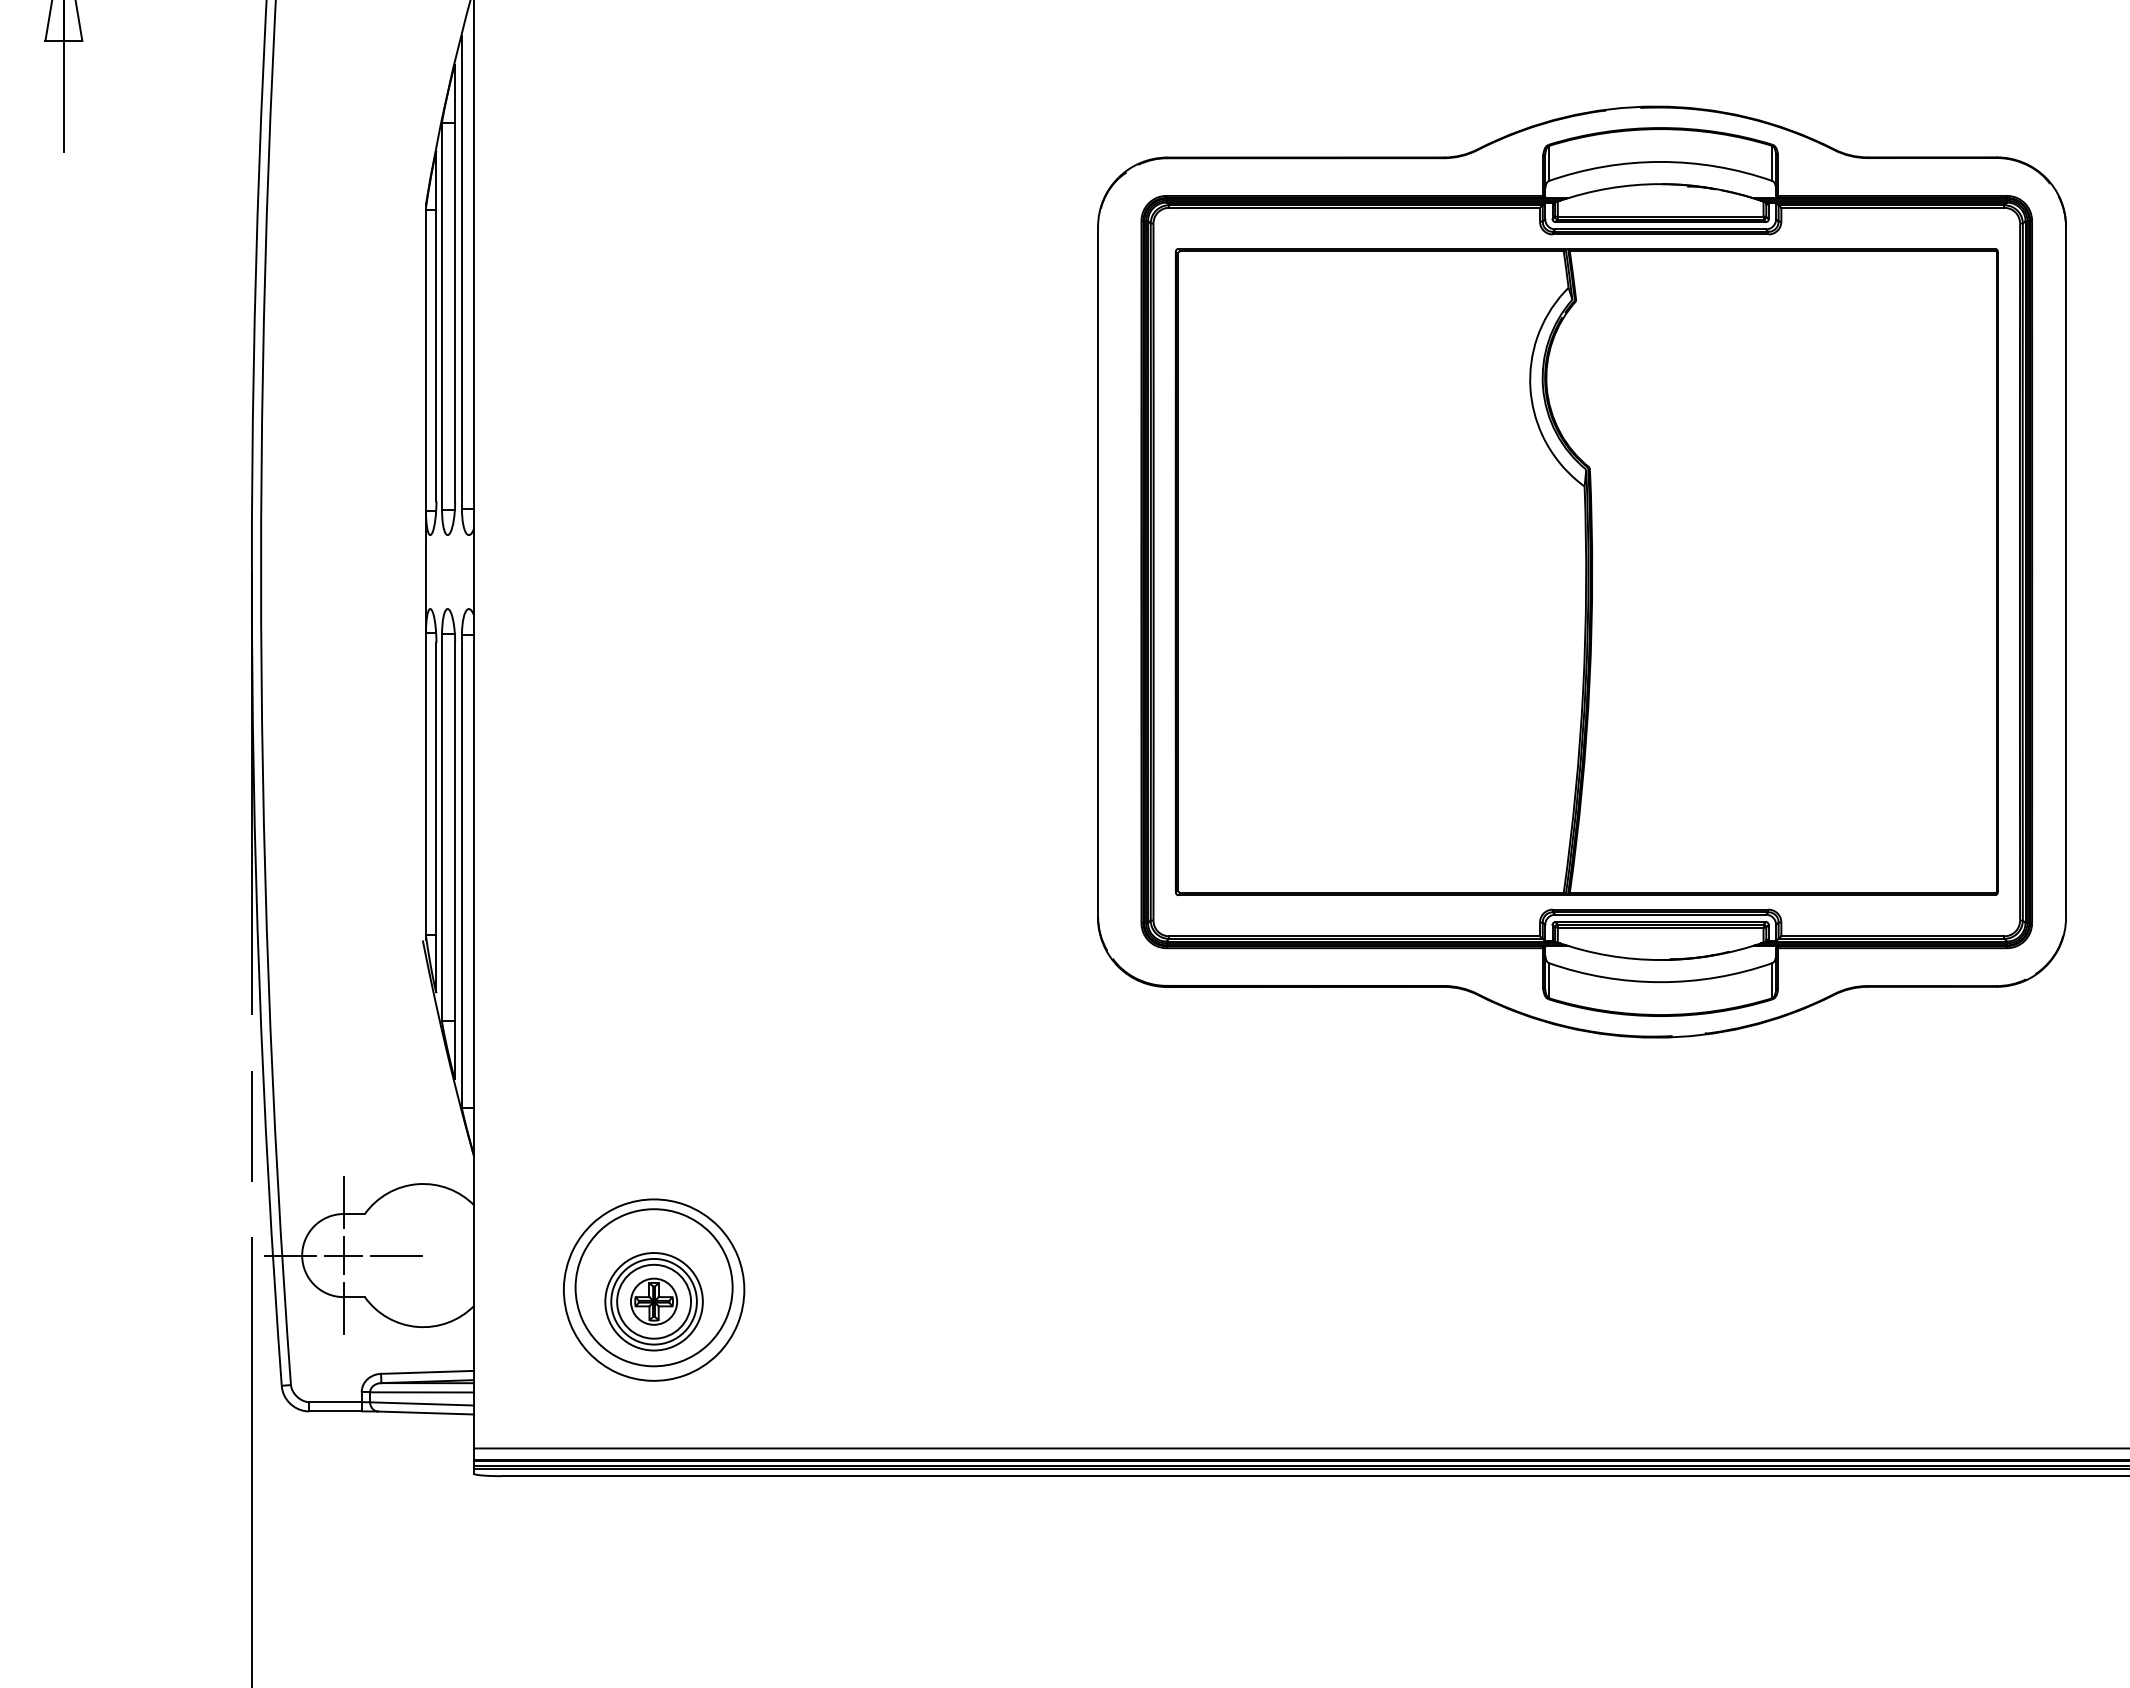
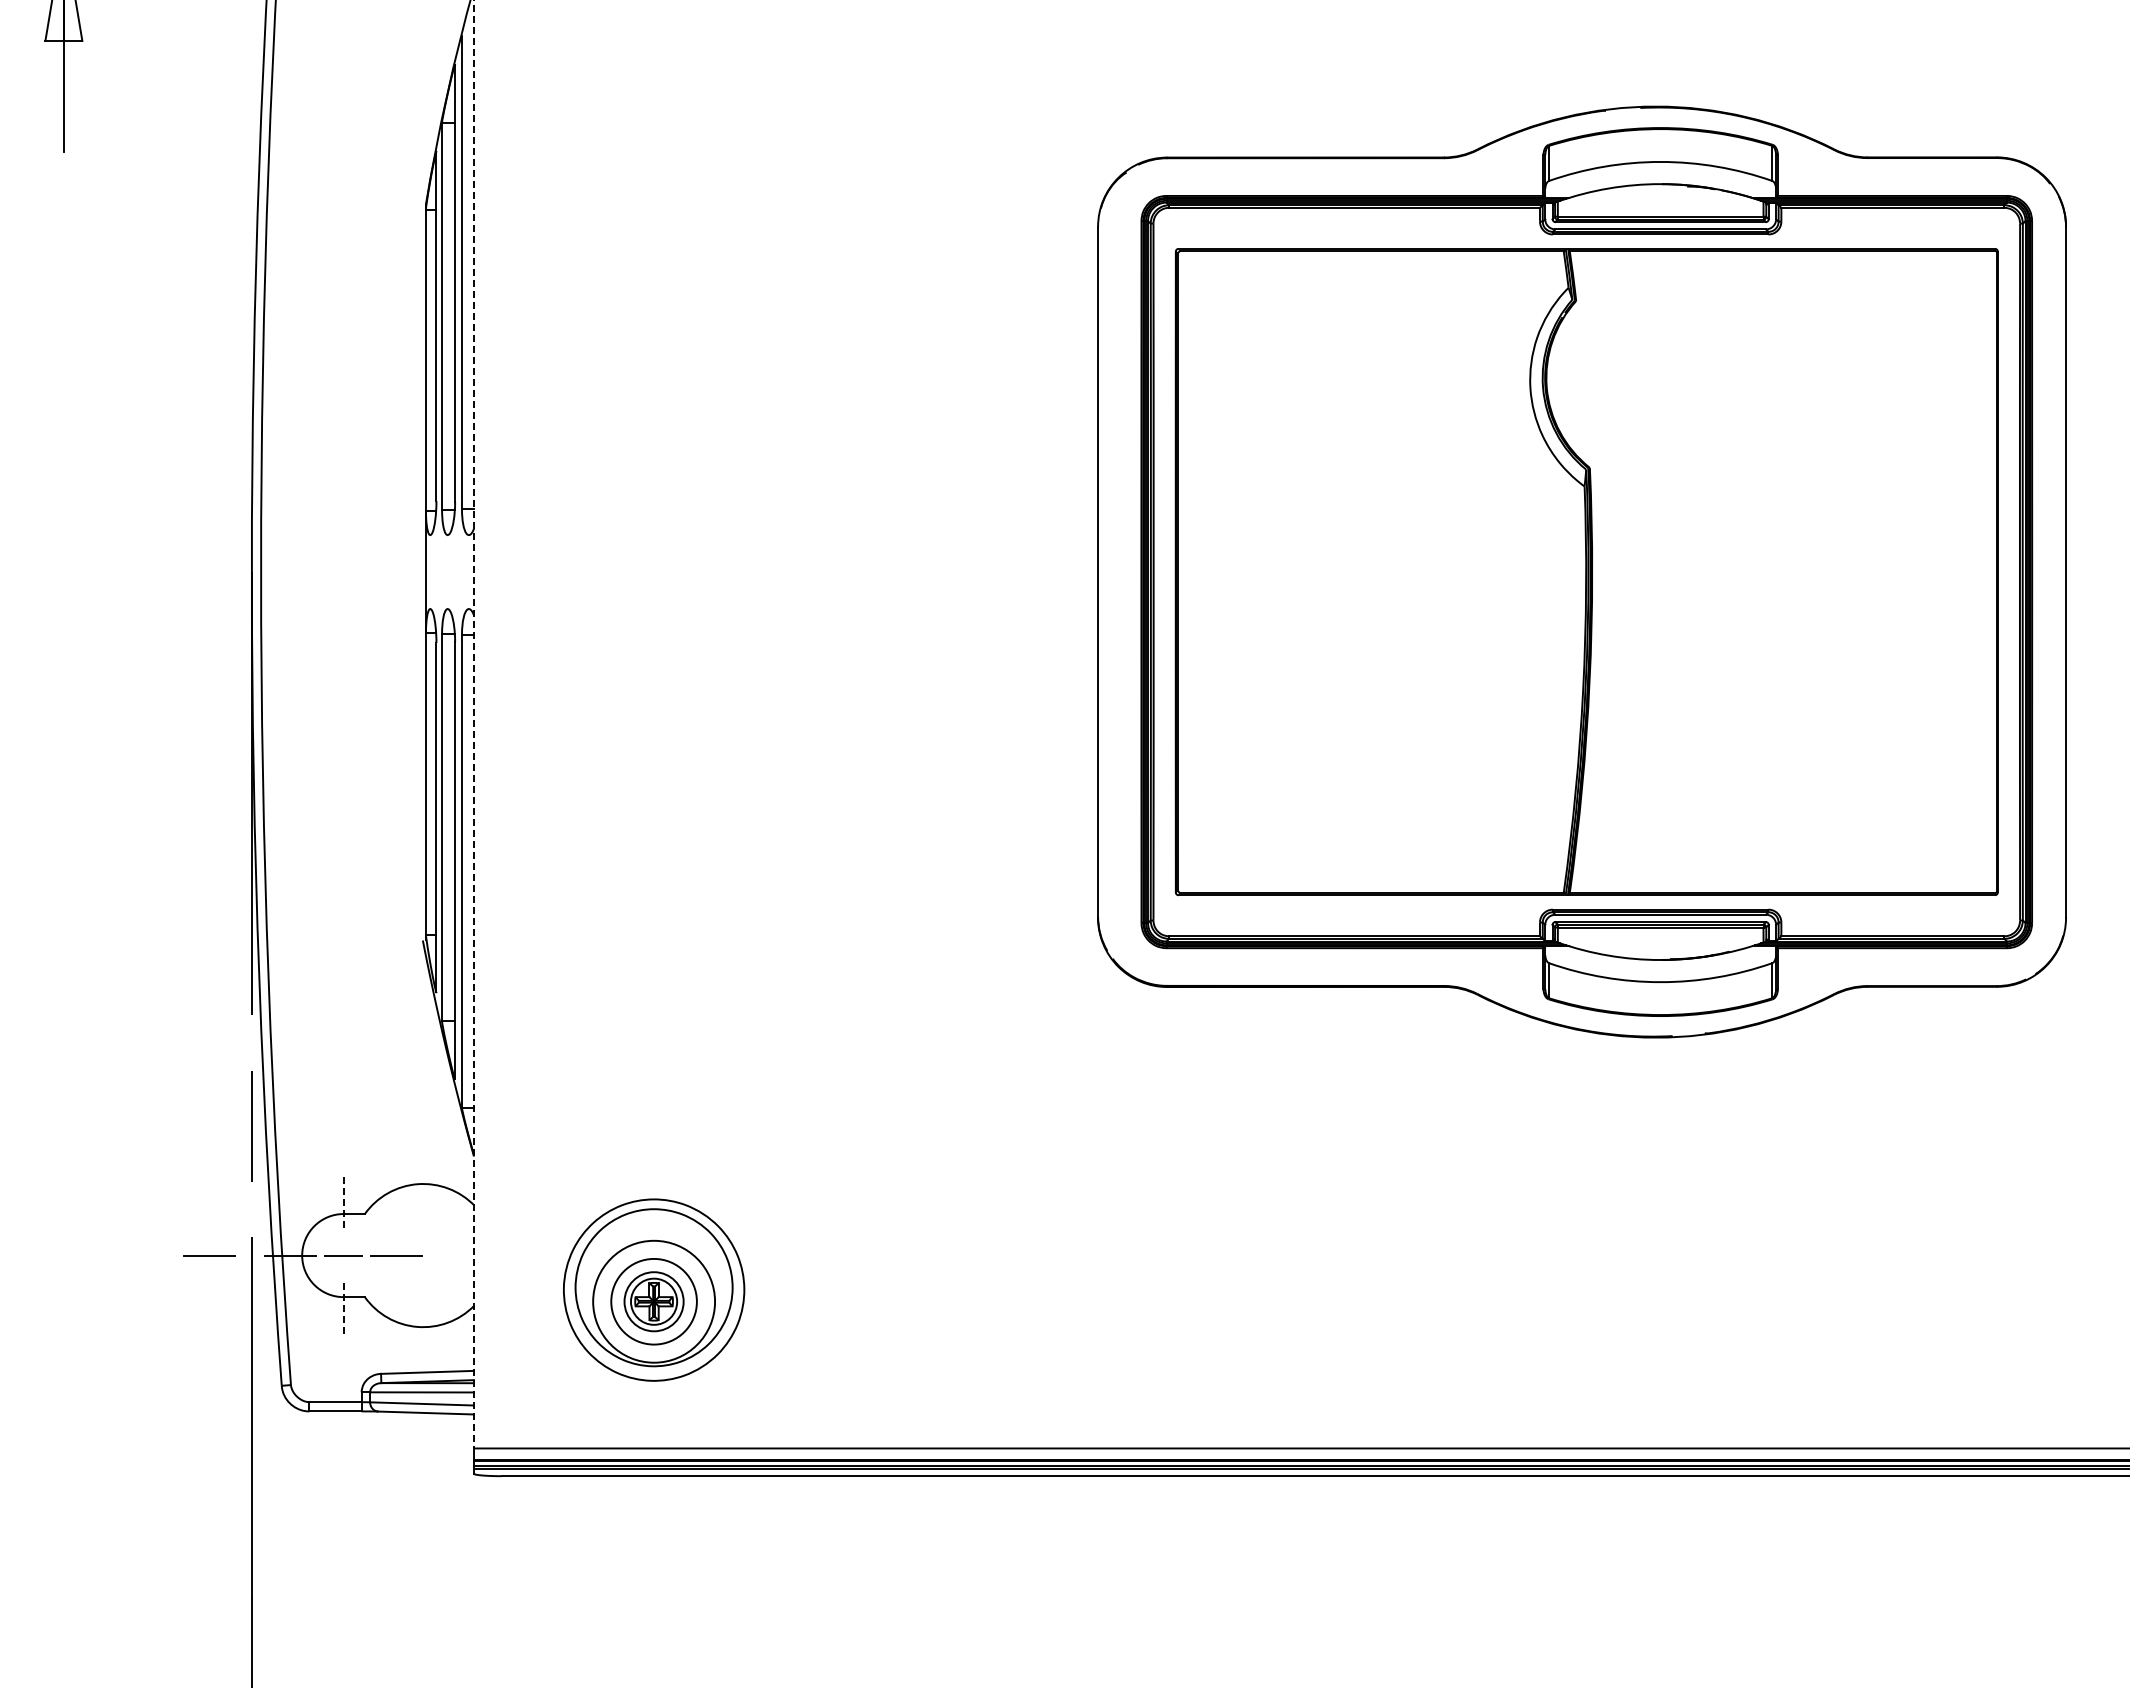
line at (473, 724): solid -> dashed
line at (343, 1201): solid -> dashed
line at (209, 1255): none -> present
line at (343, 1255): present -> none
circle at (653, 1301) diameter: 98 px -> 122 px
circle at (654, 1301) diameter: 74 px -> 59 px
line at (343, 1309): solid -> dashed
